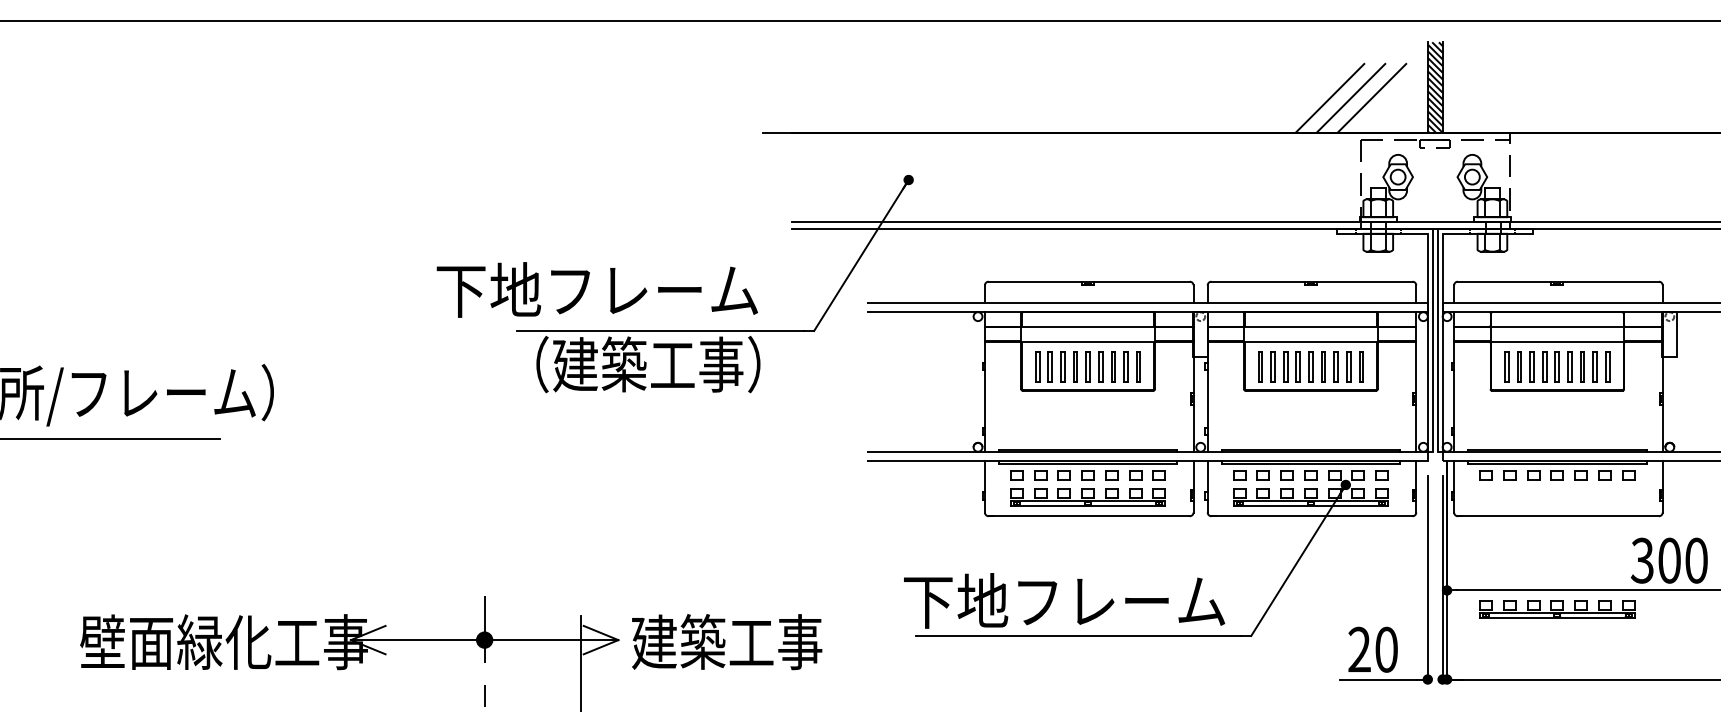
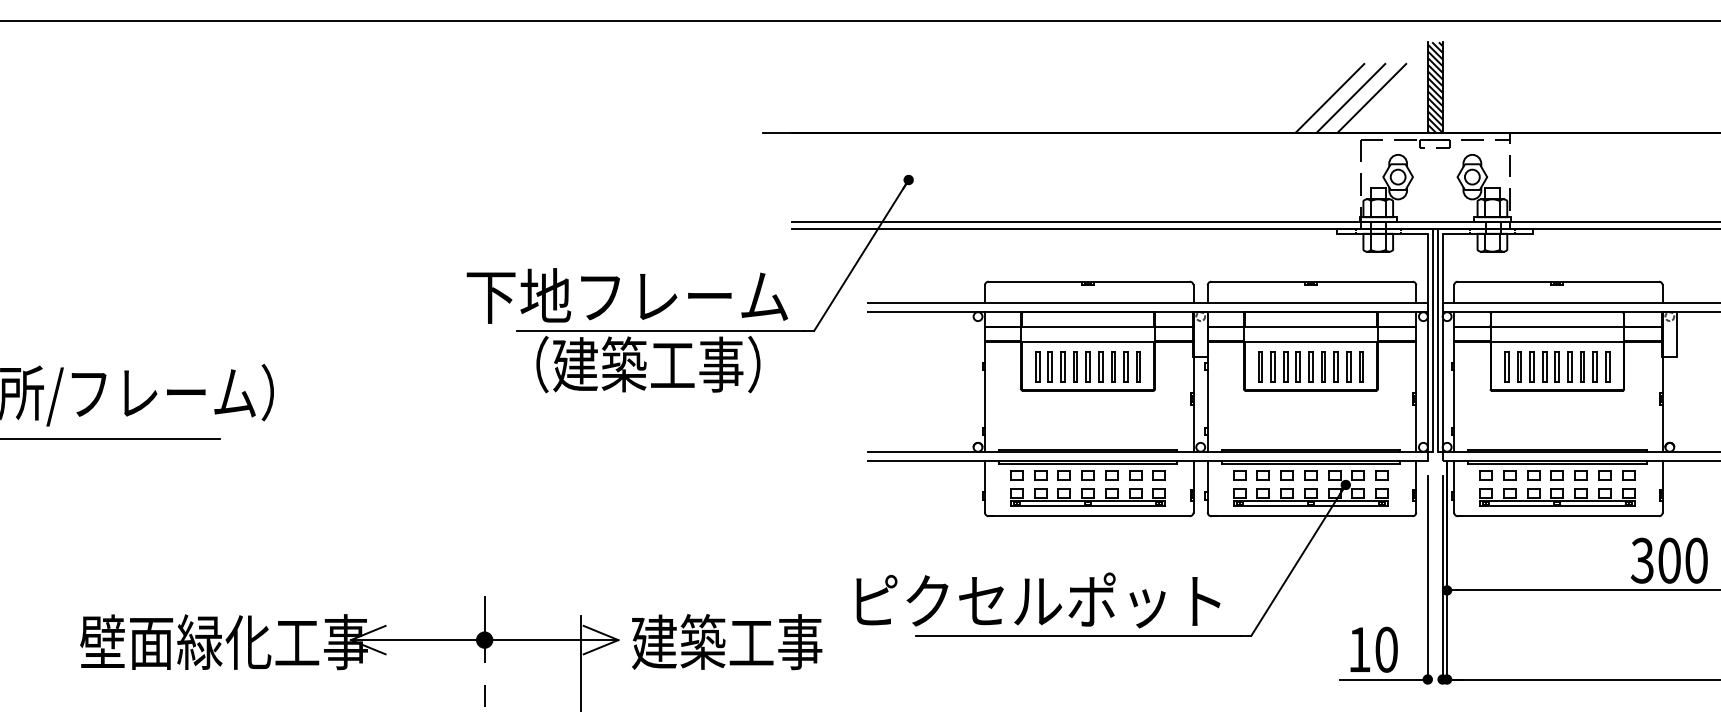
text at (597, 289) position: (597, 289) -> (627, 295)
text at (1040, 600): 下地フレーム -> ピクセルポット
part at (1557, 609) position: (1557, 609) -> (1557, 497)
text at (1359, 648): 20 -> 10
